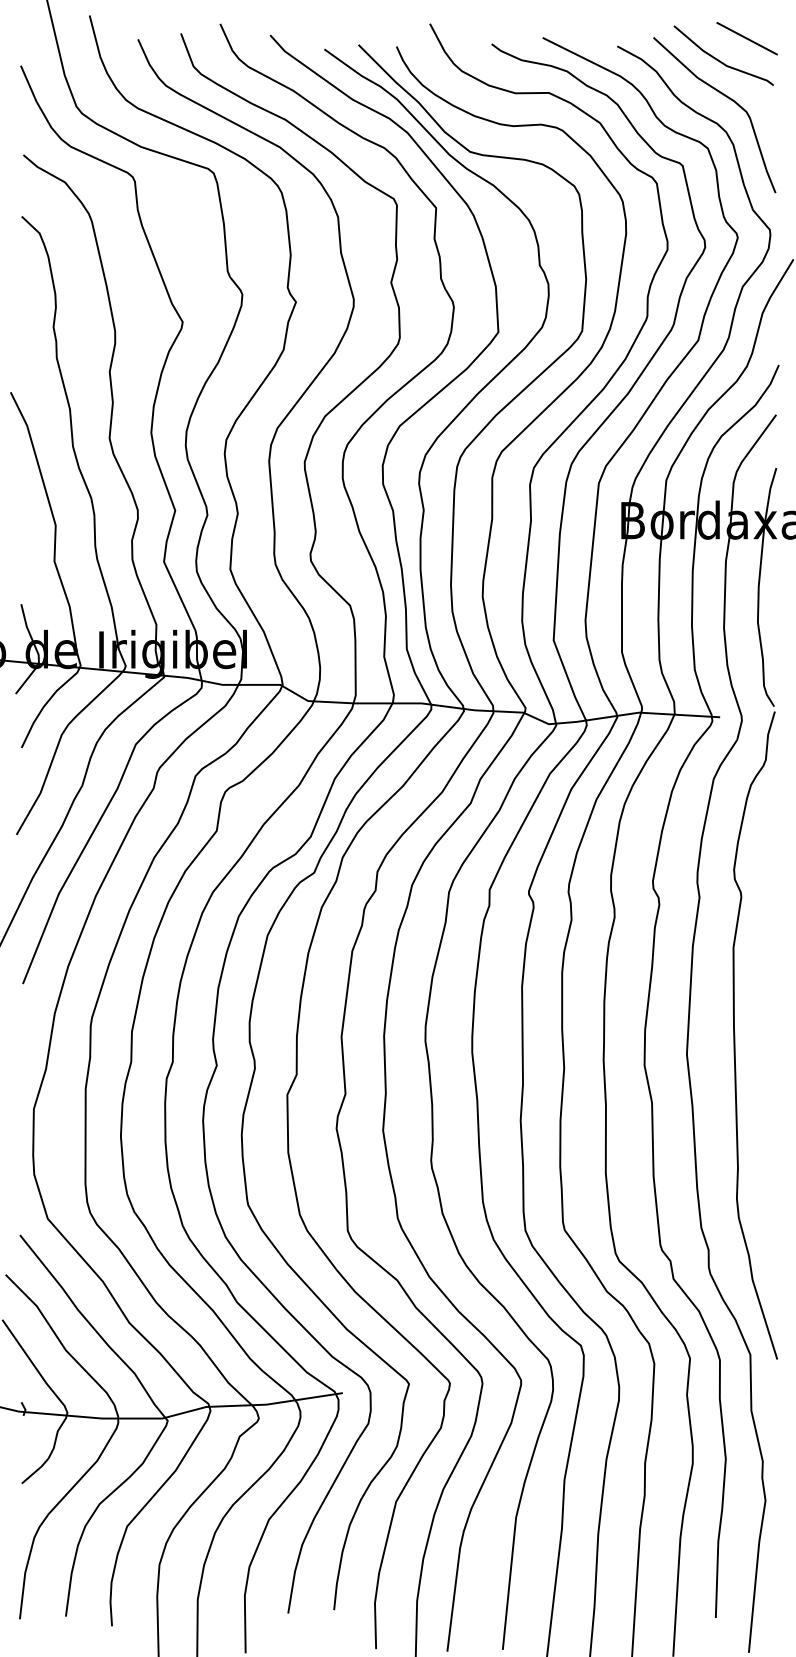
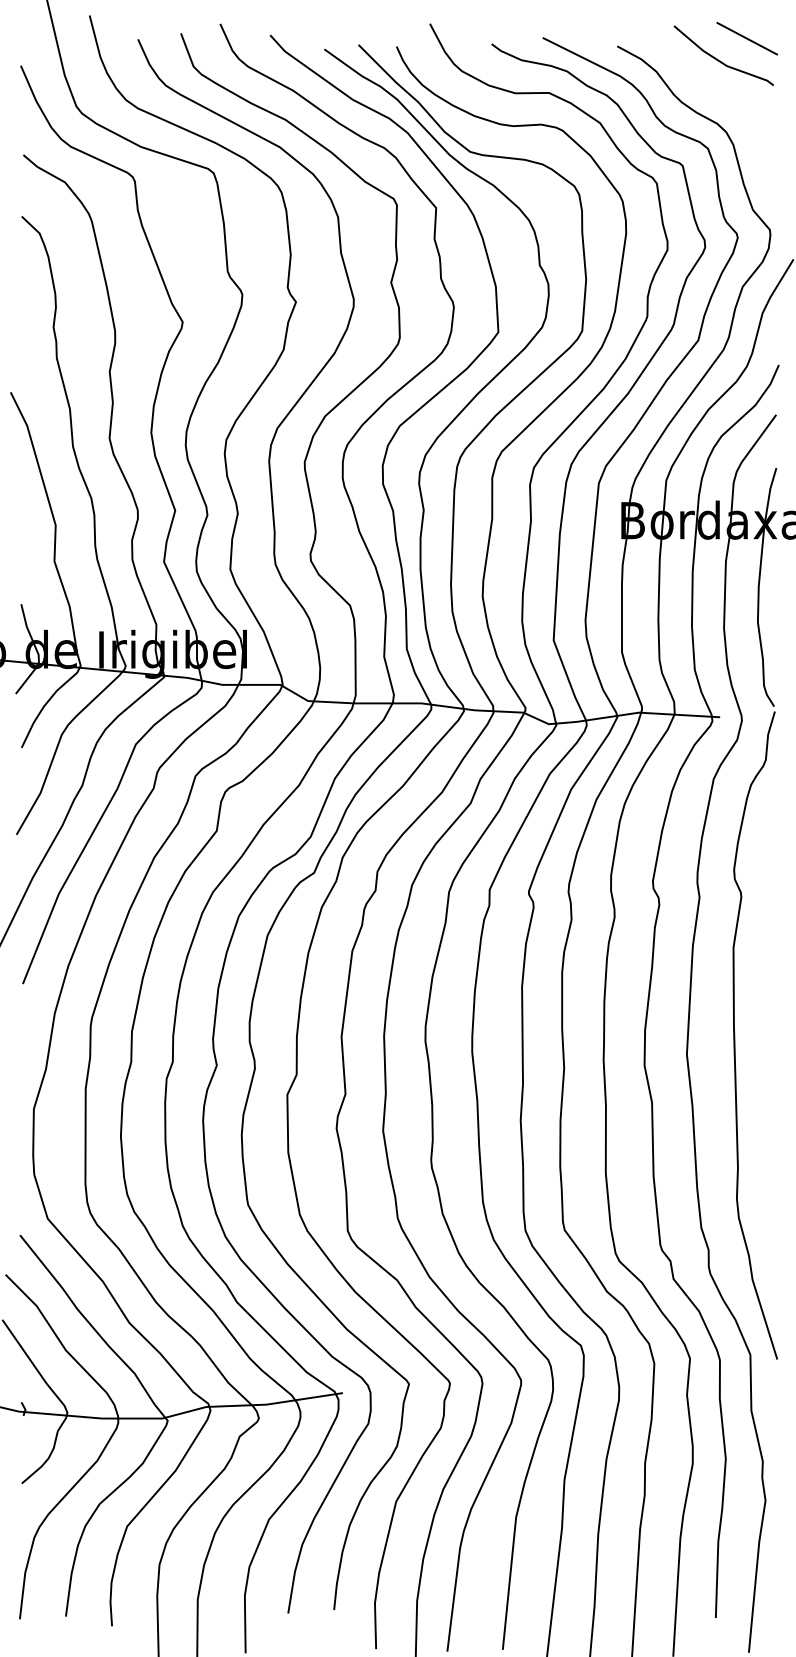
curve at (727, 98): present -> none
